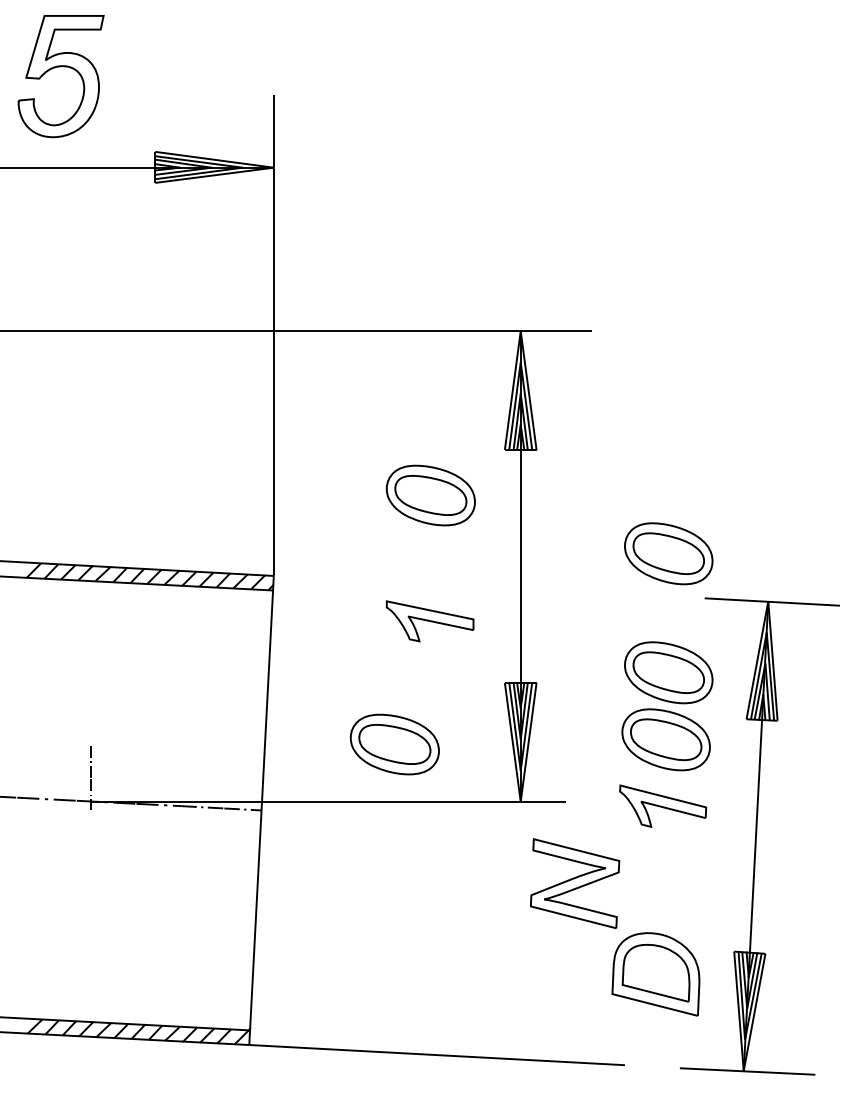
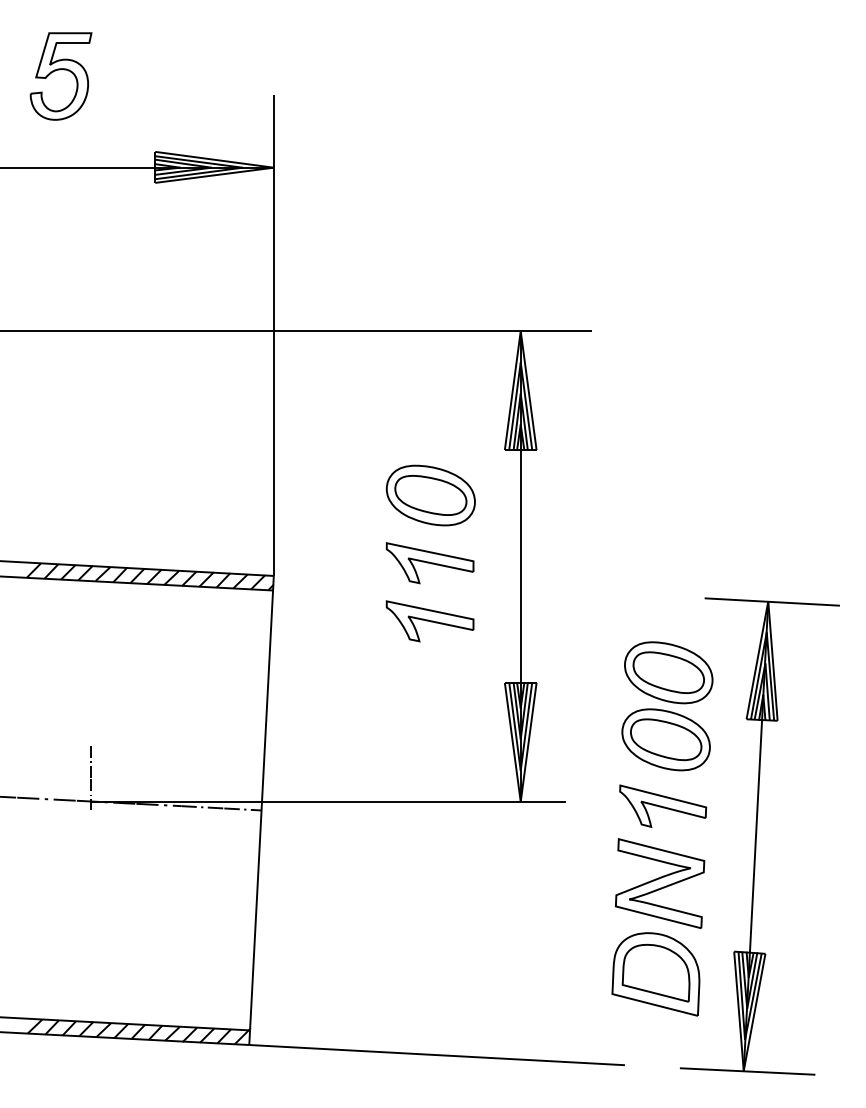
part at (60, 76) size: 88x124 px -> 64x89 px
part at (668, 553): present -> none
part at (429, 563): none -> present
part at (394, 744): present -> none
part at (575, 883) position: (575, 883) -> (660, 883)
